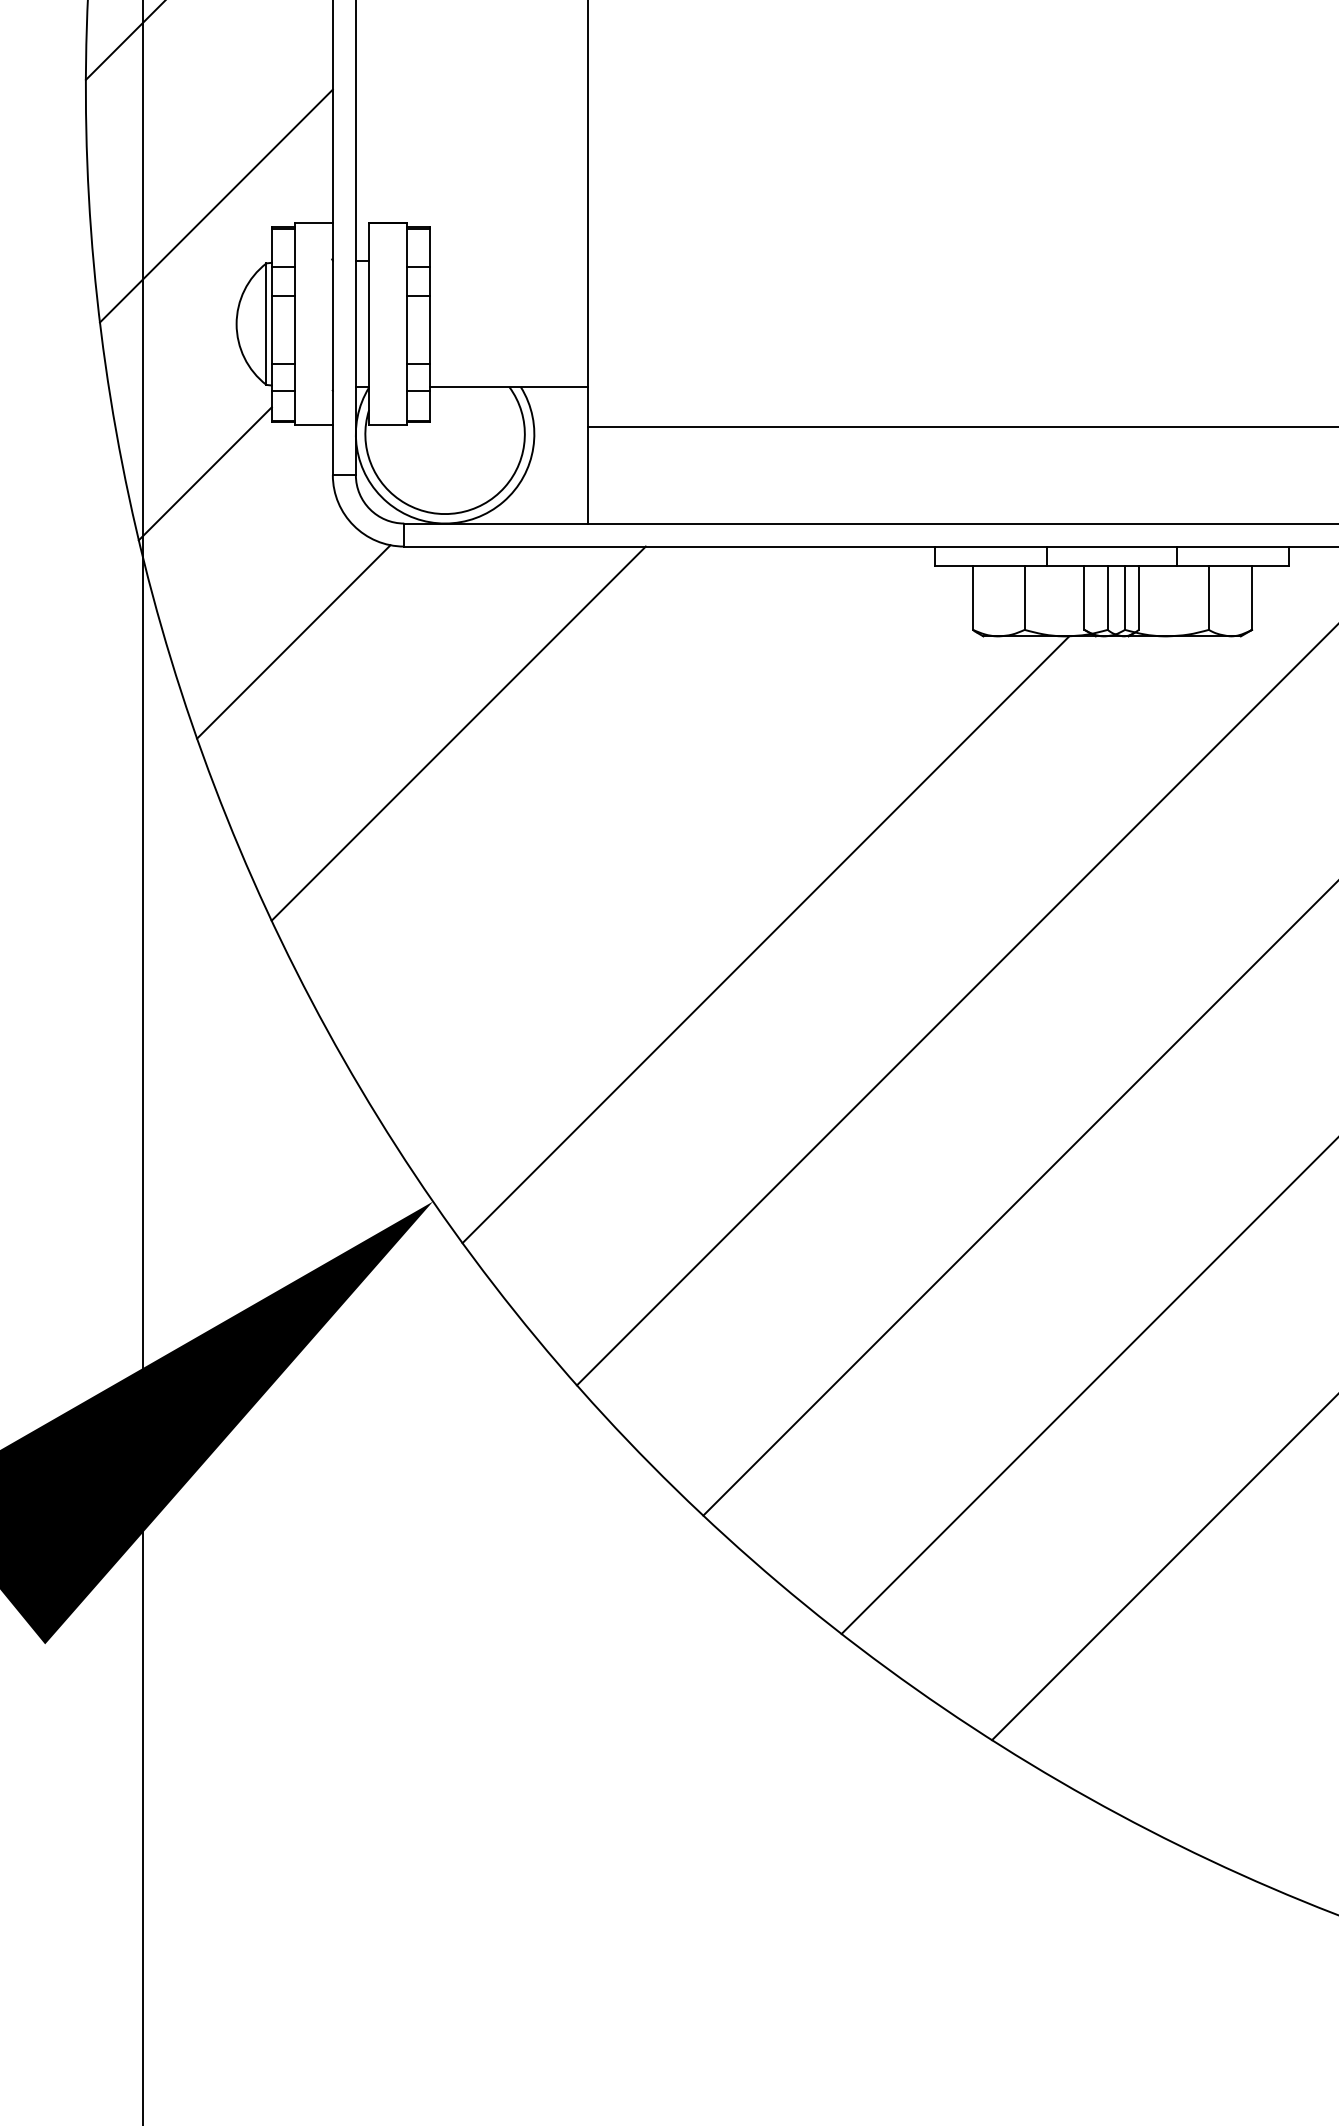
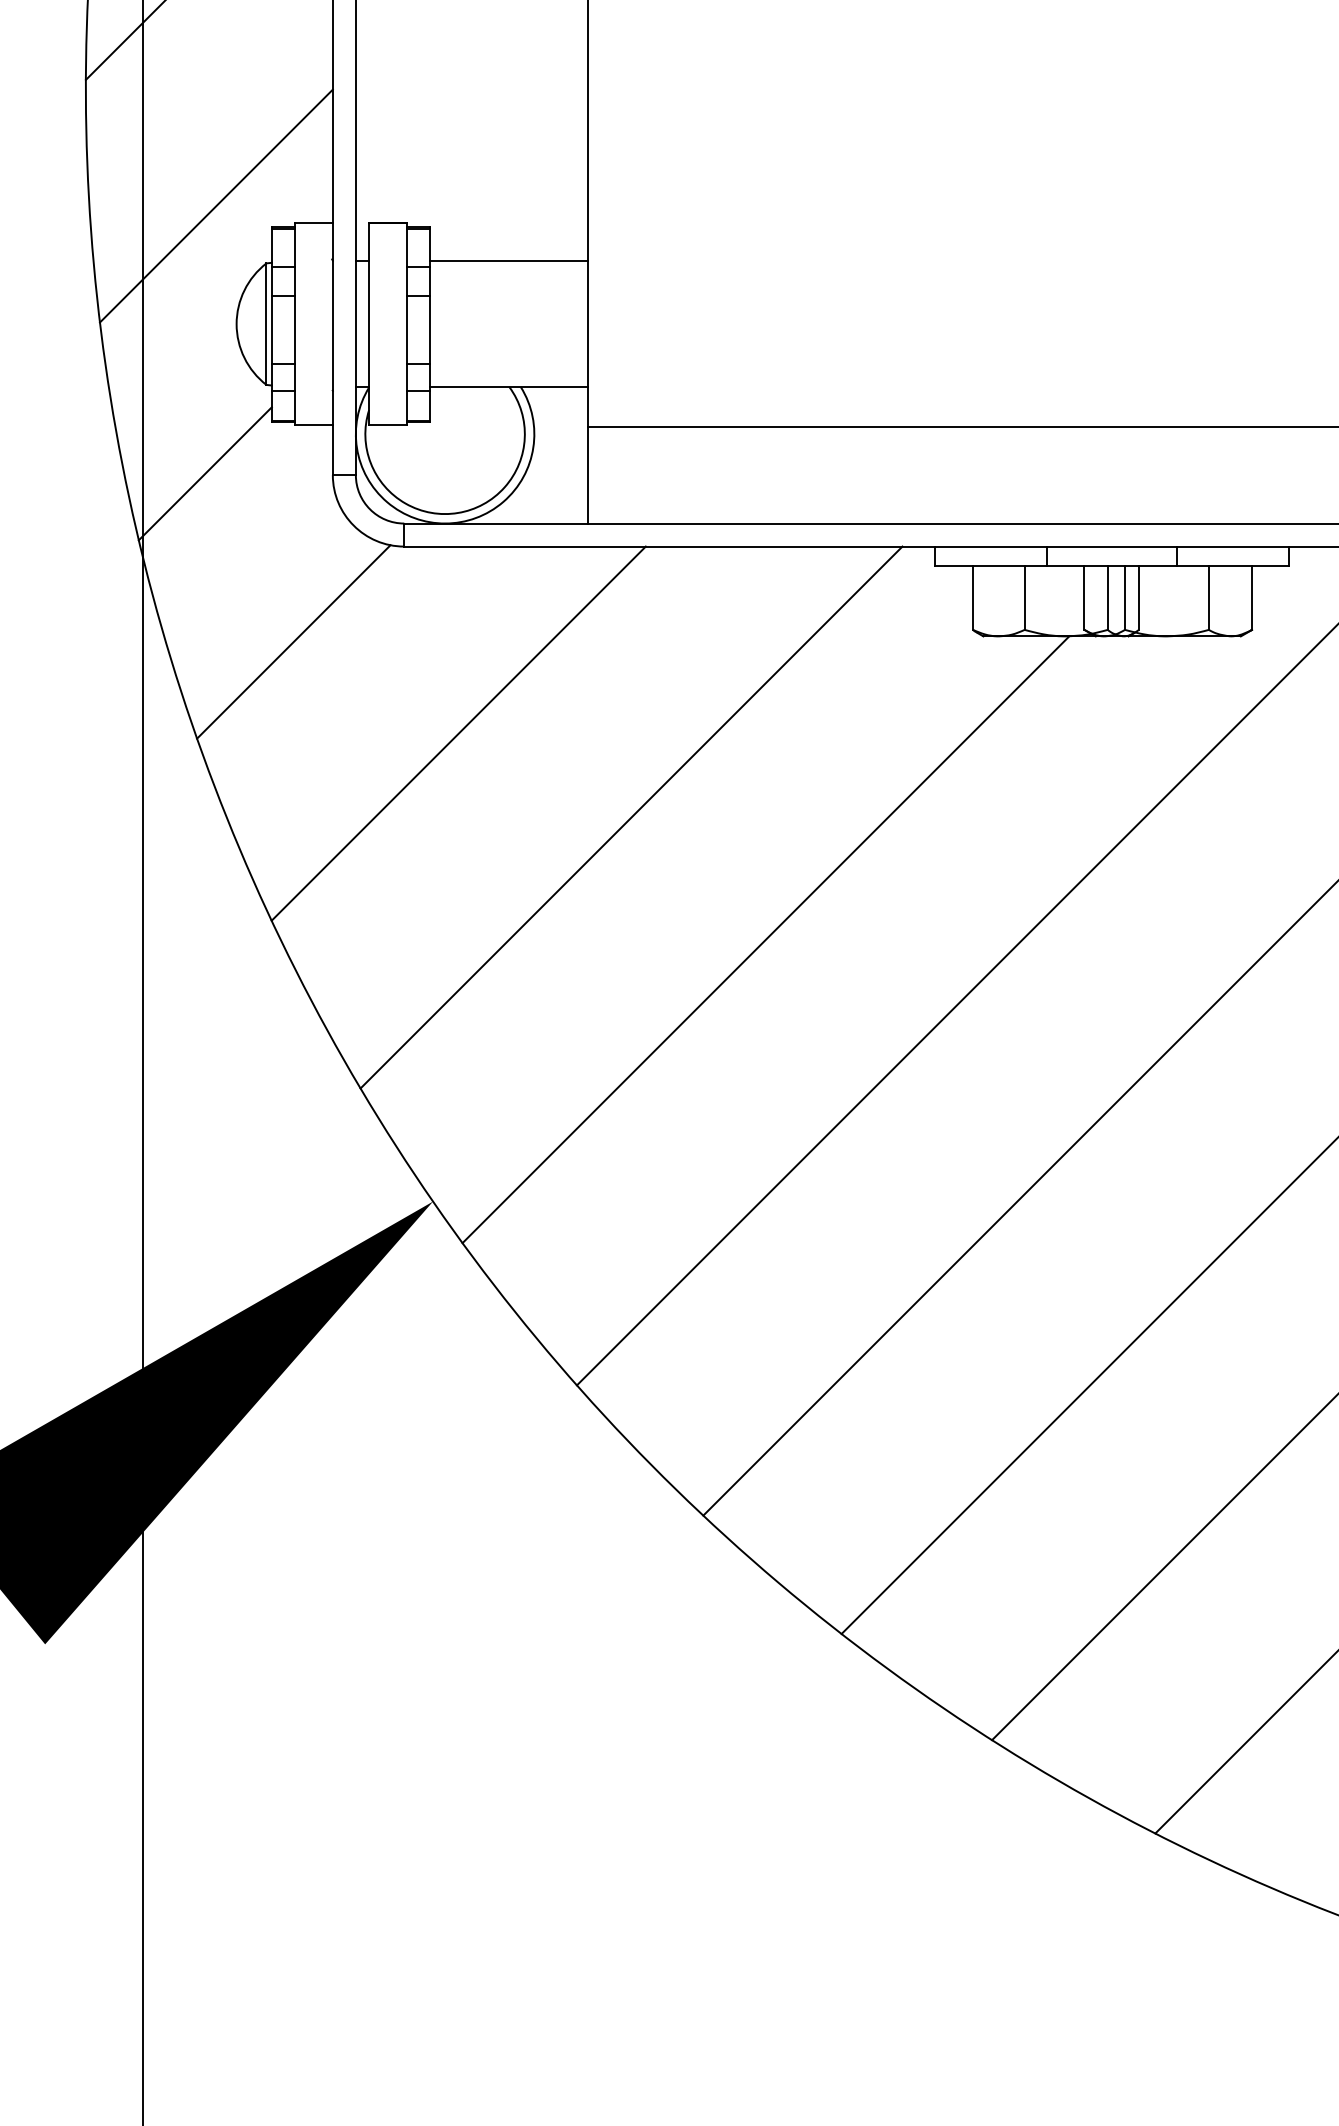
line at (508, 261): none -> present
line at (631, 817): none -> present
line at (1245, 1743): none -> present
